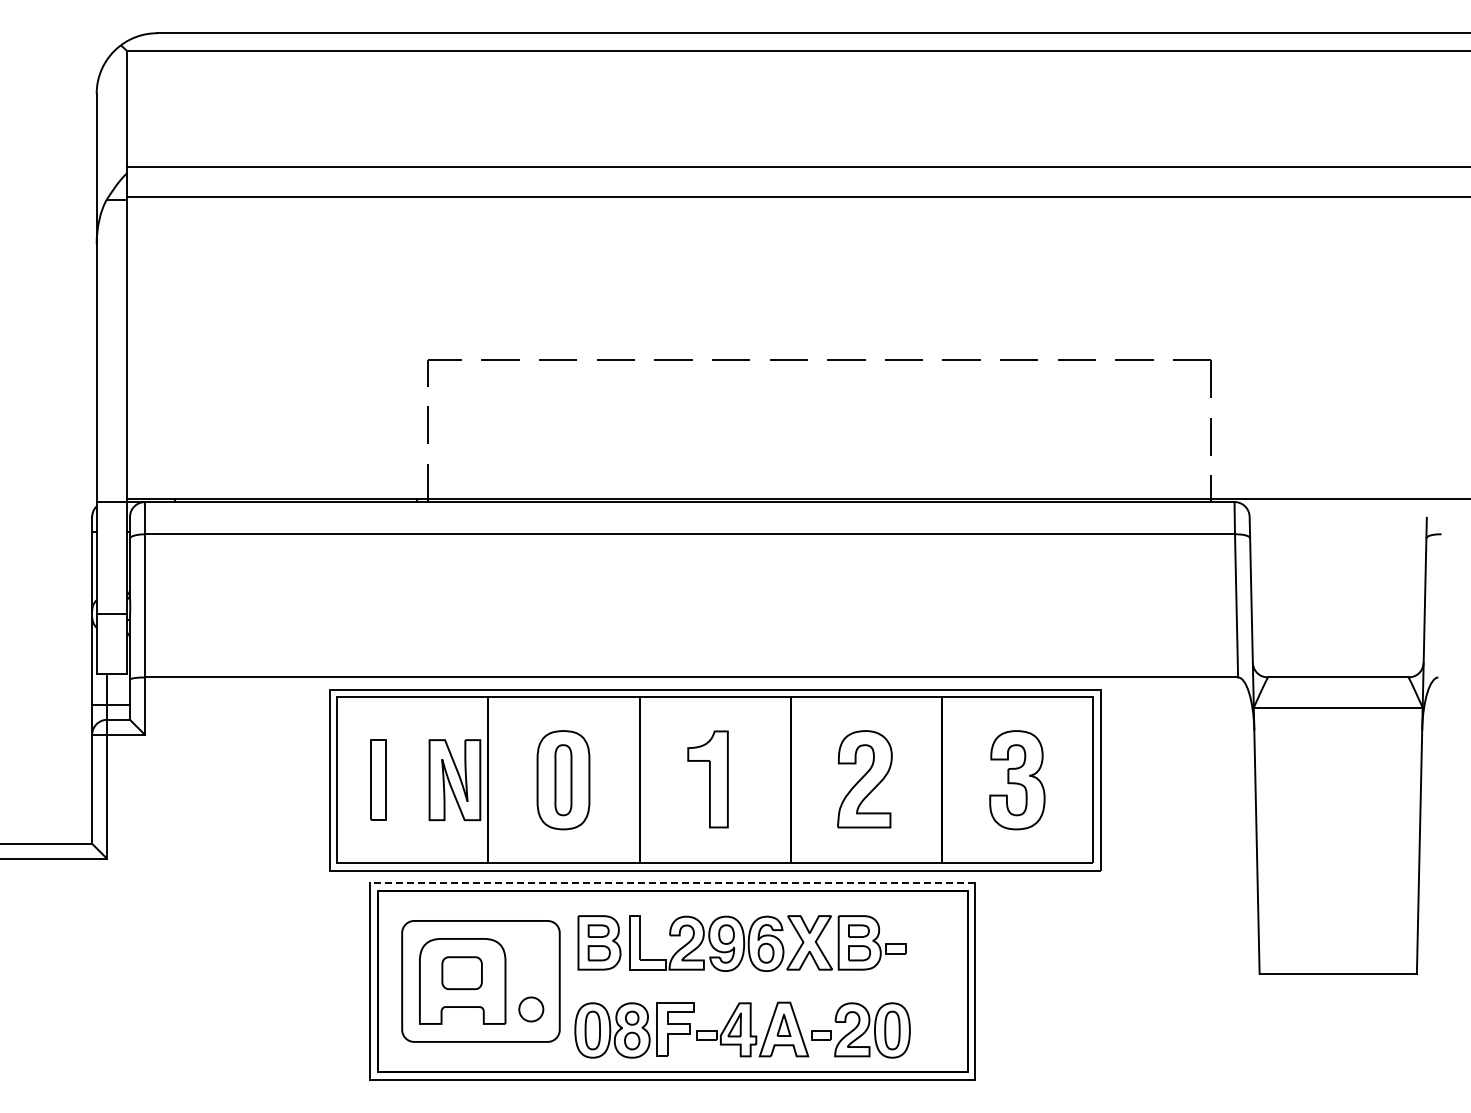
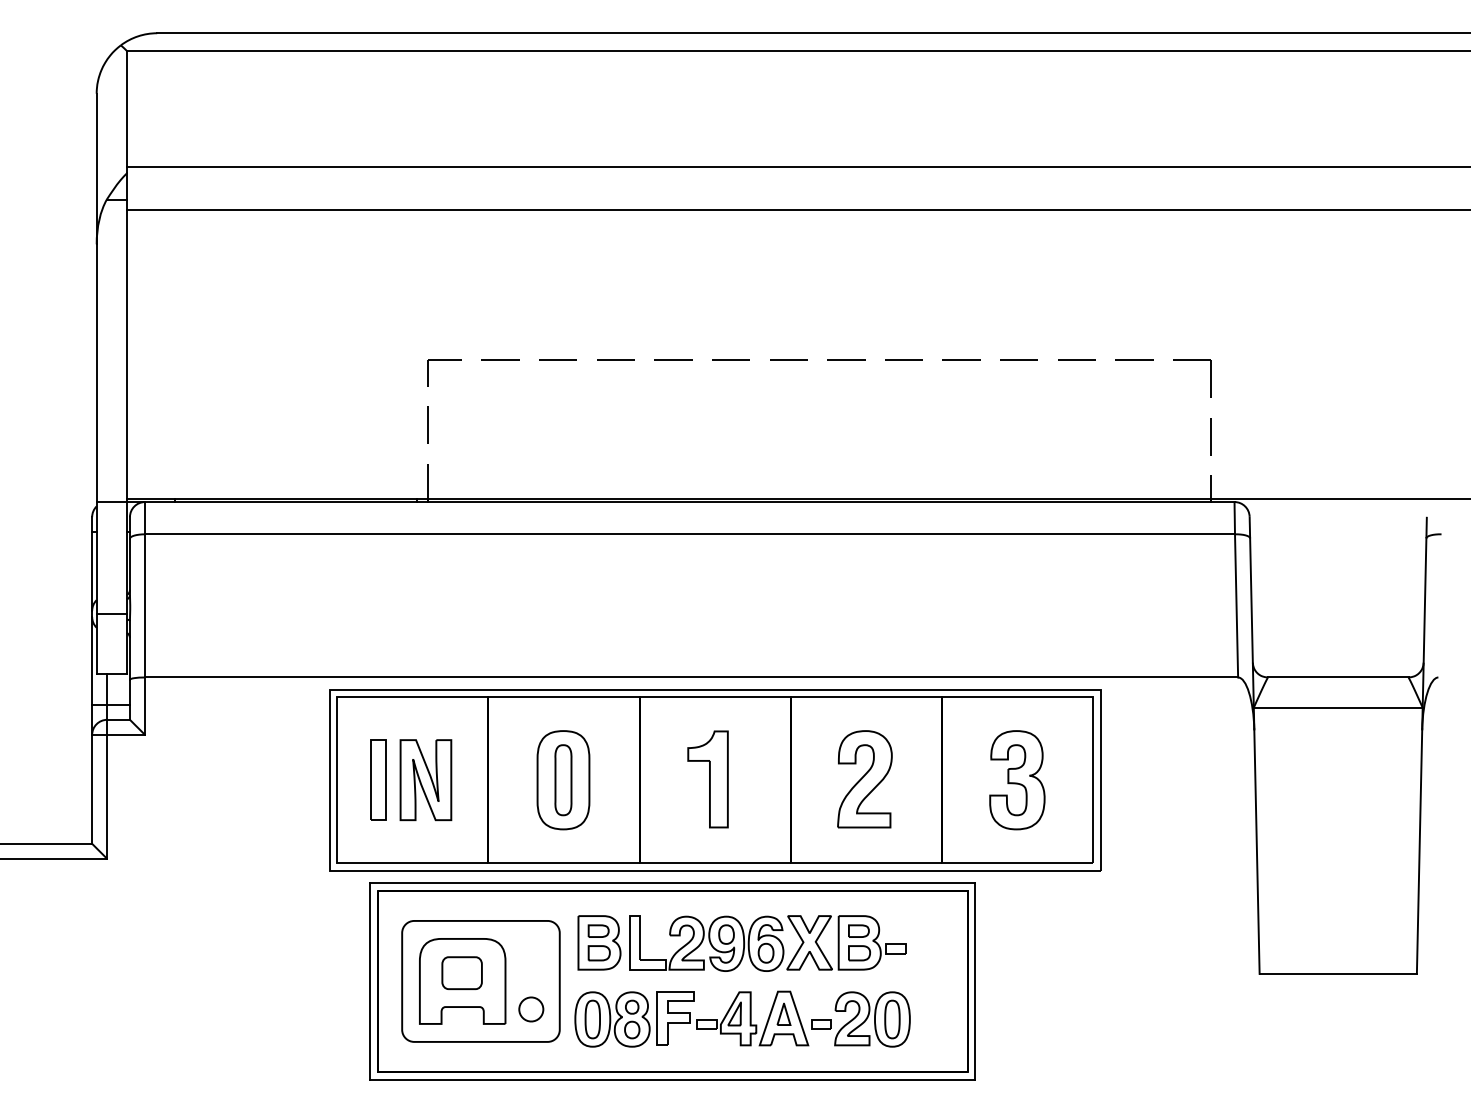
line at (796, 196) position: (796, 196) -> (796, 209)
part at (454, 780) position: (454, 780) -> (425, 780)
line at (672, 883): dashed -> solid
part at (742, 1029) position: (742, 1029) -> (742, 1018)
